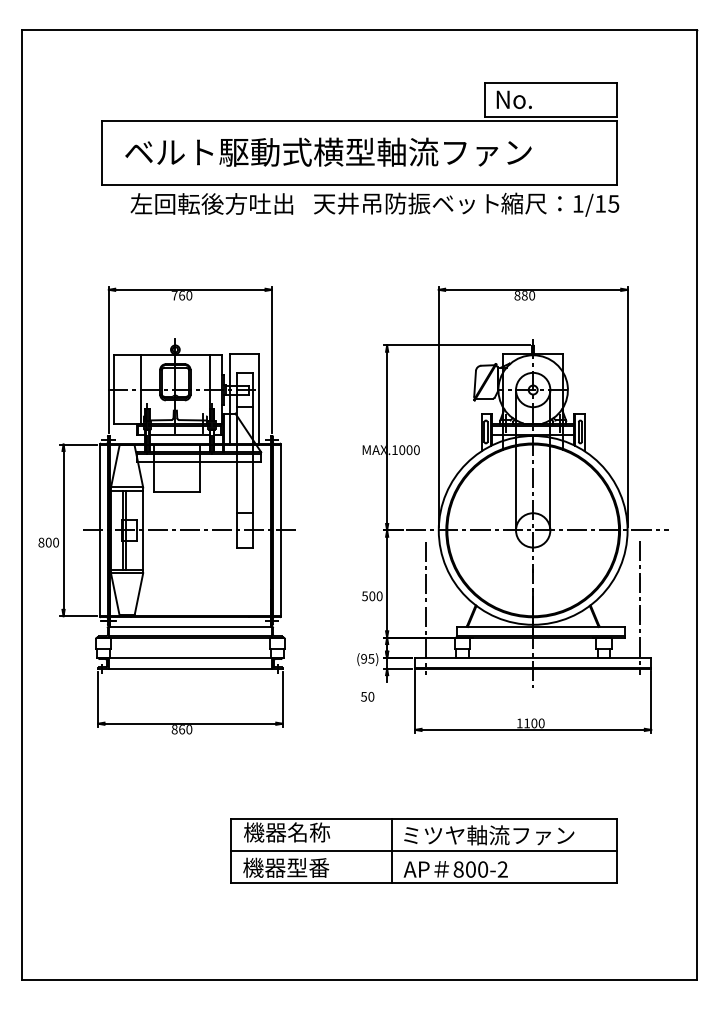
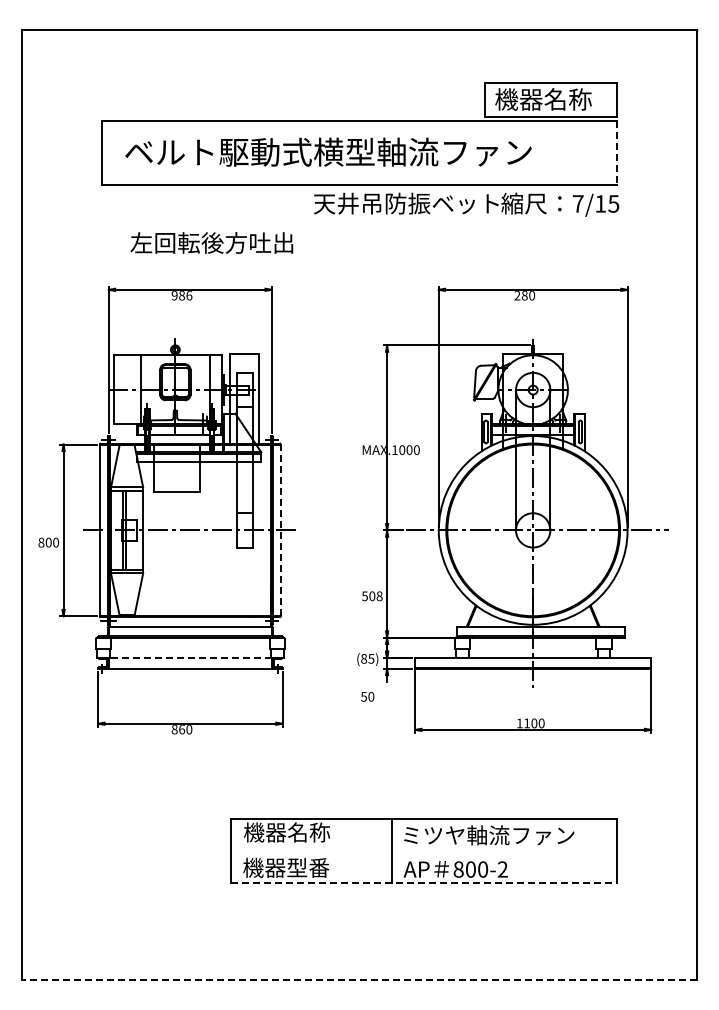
text at (543, 99): No. -> 機器名称
line at (616, 153): solid -> dashed
text at (211, 203) position: (211, 203) -> (211, 242)
text at (577, 203): 1/15 -> 7/15
text at (181, 295): 760 -> 986
text at (517, 295): 880 -> 280
line at (280, 530): solid -> dashed
text at (379, 596): 500 -> 508
line at (640, 607): present -> none
line at (425, 608): present -> none
line at (190, 658): solid -> dashed
text at (364, 658): (95) -> (85)
line at (423, 850): present -> none
line at (424, 883): solid -> dashed
line at (359, 979): solid -> dashed
